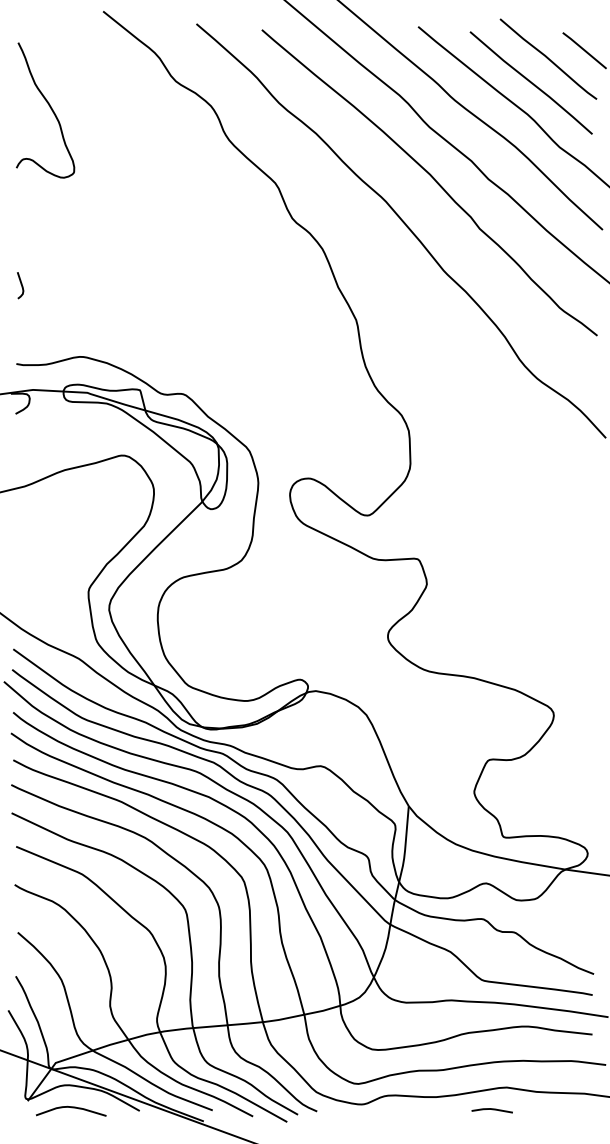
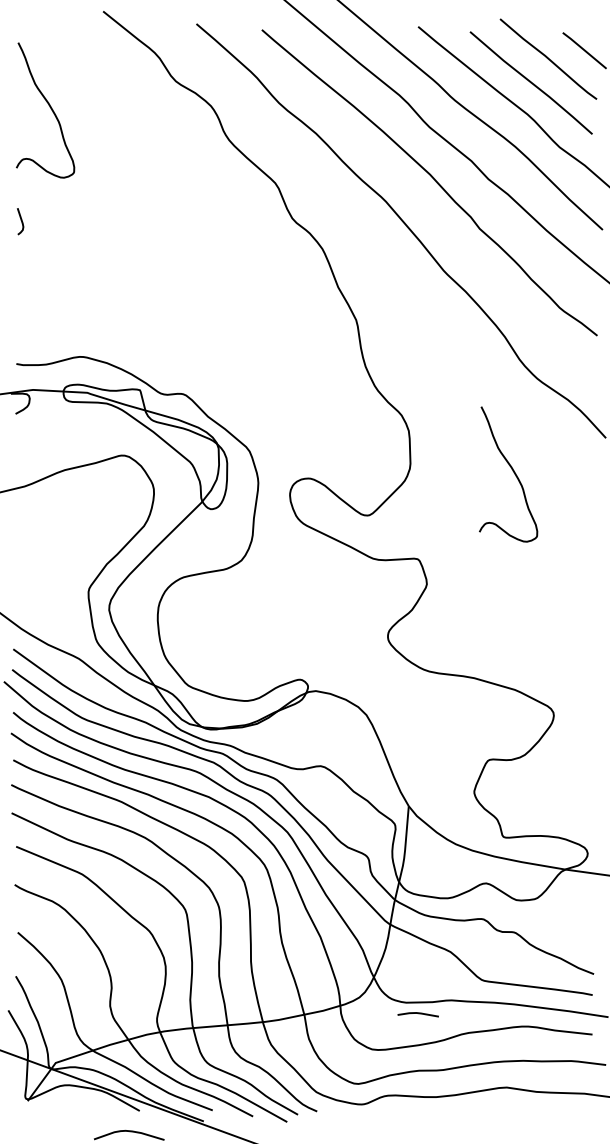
curve at (20, 284) position: (20, 284) -> (20, 220)
curve at (512, 471): none -> present
curve at (71, 1108) position: (71, 1108) -> (129, 1132)
line at (491, 1109) position: (491, 1109) -> (417, 1013)
